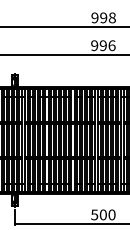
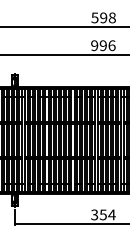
text at (94, 17): 998 -> 598
text at (103, 214): 500 -> 354
